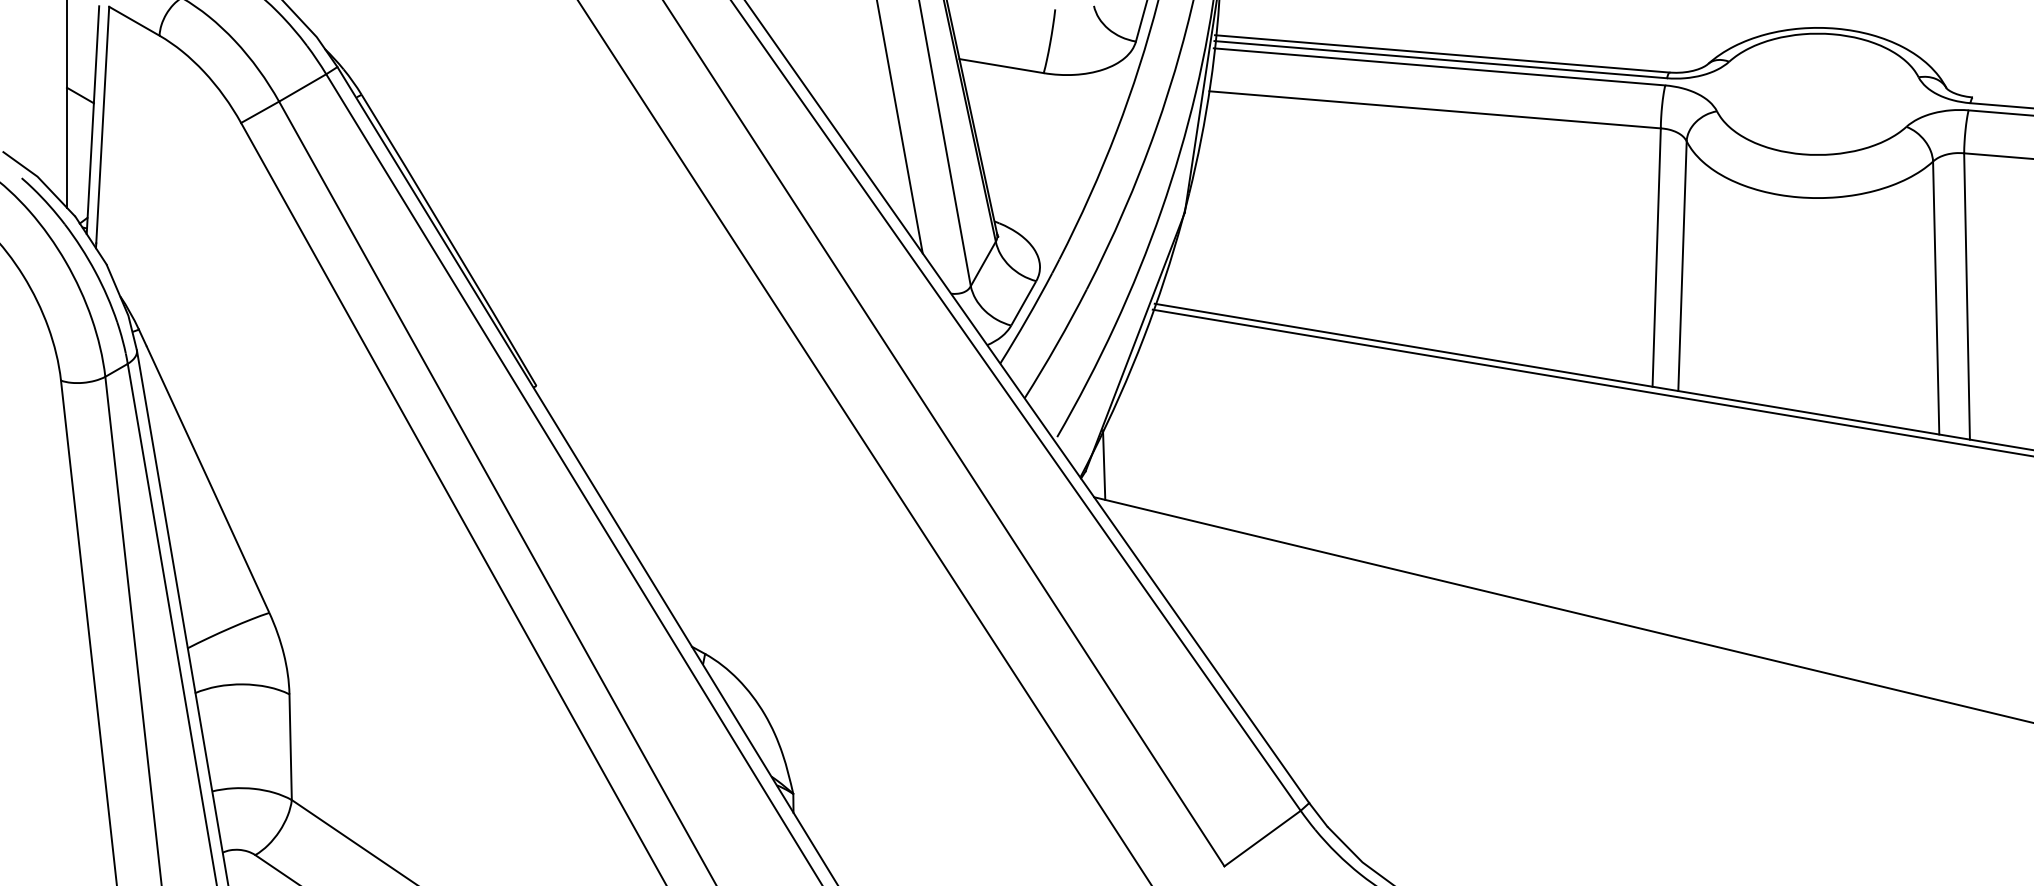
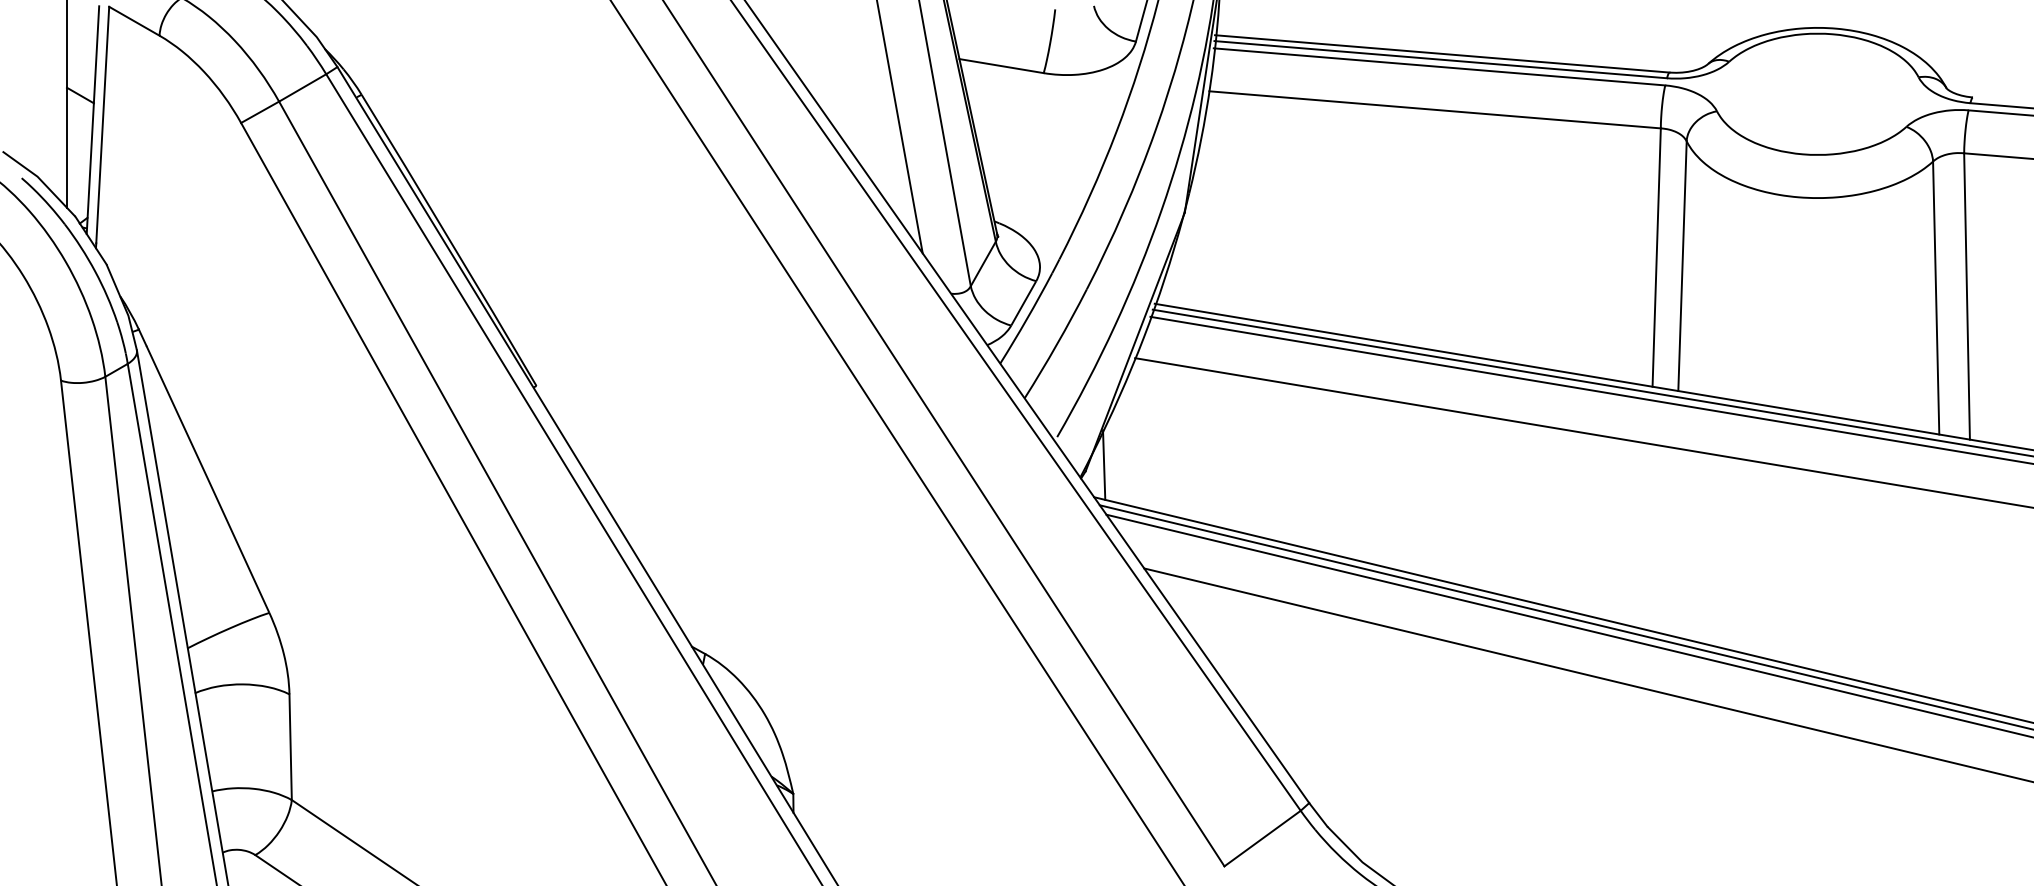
line at (1590, 389): none -> present
line at (1582, 432): none -> present
line at (864, 442) position: (864, 442) -> (897, 442)
line at (1564, 616): none -> present
line at (1568, 625): none -> present
line at (1587, 674): none -> present
